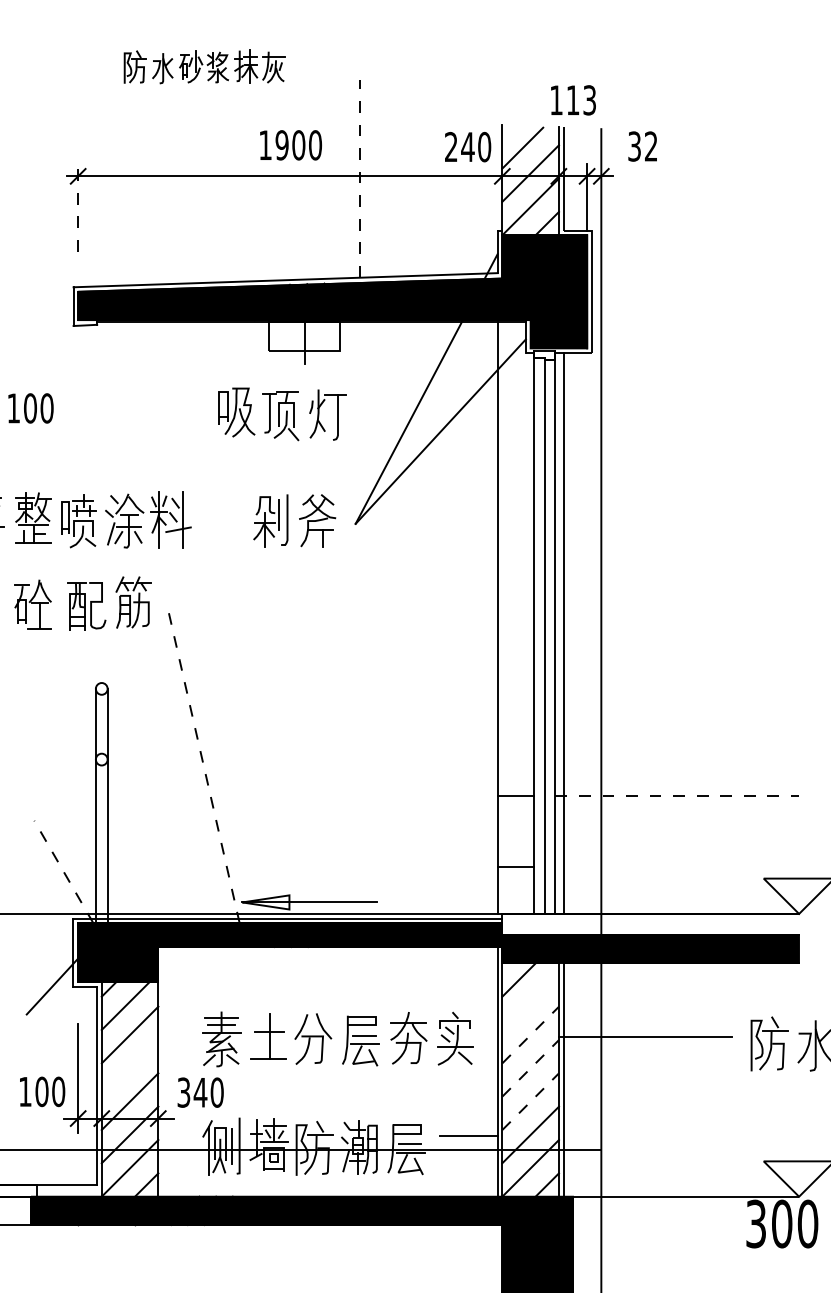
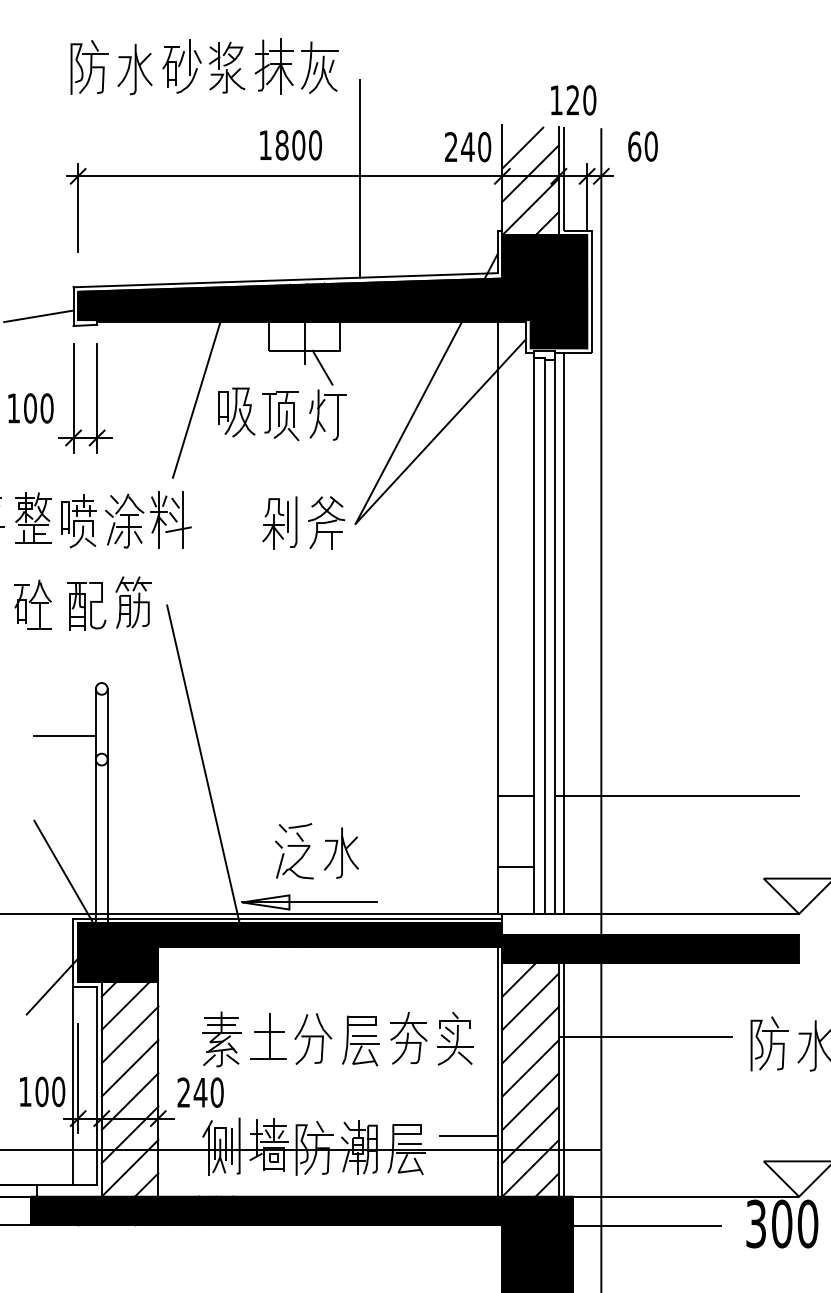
part at (204, 66) size: 163x36 px -> 269x58 px
text at (581, 100): 113 -> 120
text at (281, 145): 1900 -> 1800
text at (642, 146): 32 -> 60
line at (359, 178): dashed -> solid
line at (78, 207): dashed -> solid
line at (38, 316): none -> present
line at (322, 367): none -> present
part at (74, 398): none -> present
line at (196, 399): none -> present
part at (294, 520) position: (294, 520) -> (303, 522)
line at (64, 735): none -> present
line at (203, 763): dashed -> solid
line at (677, 796): dashed -> solid
part at (309, 848): none -> present
line at (63, 871): dashed -> solid
line at (530, 1001): none -> present
line at (530, 1035): dashed -> solid
line at (129, 1068): none -> present
line at (530, 1068): dashed -> solid
line at (73, 1085): none -> present
text at (183, 1092): 340 -> 240
line at (531, 1101): dashed -> solid
line at (646, 1226): none -> present
